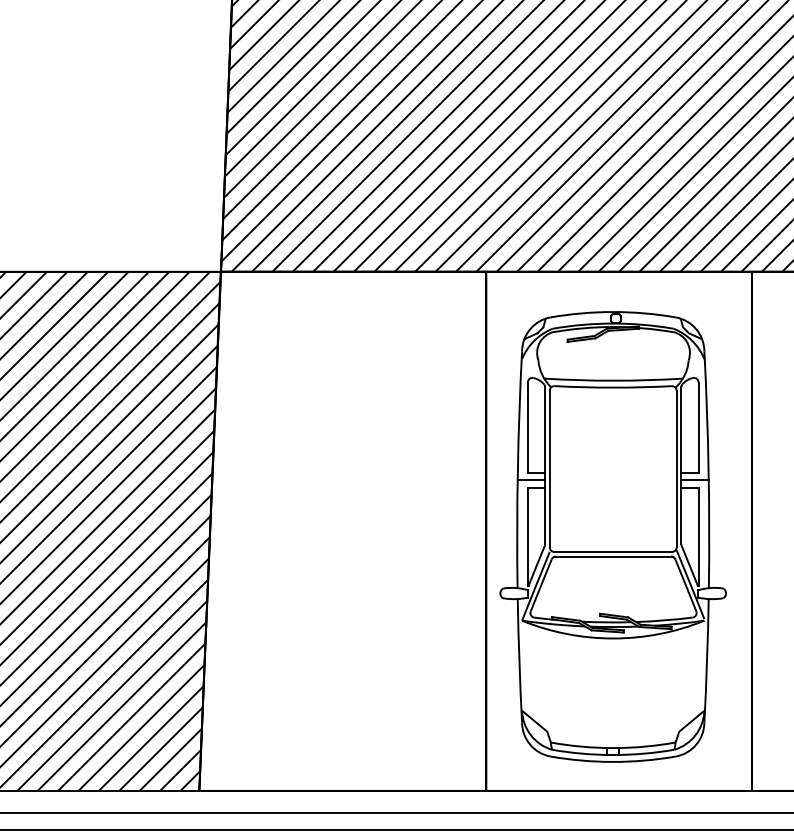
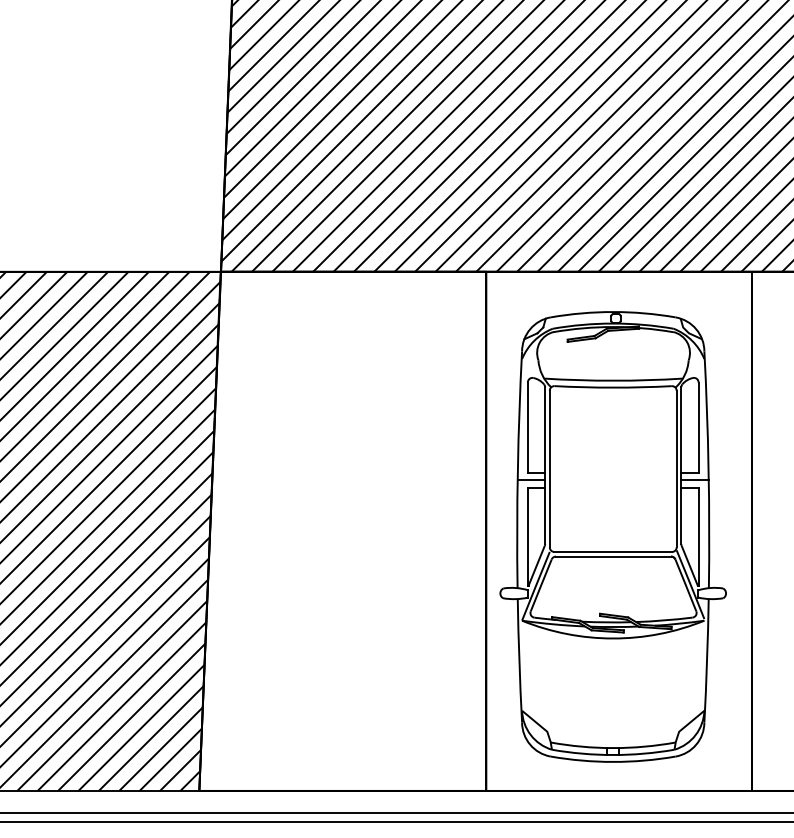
line at (396, 830) position: (396, 830) -> (396, 822)
